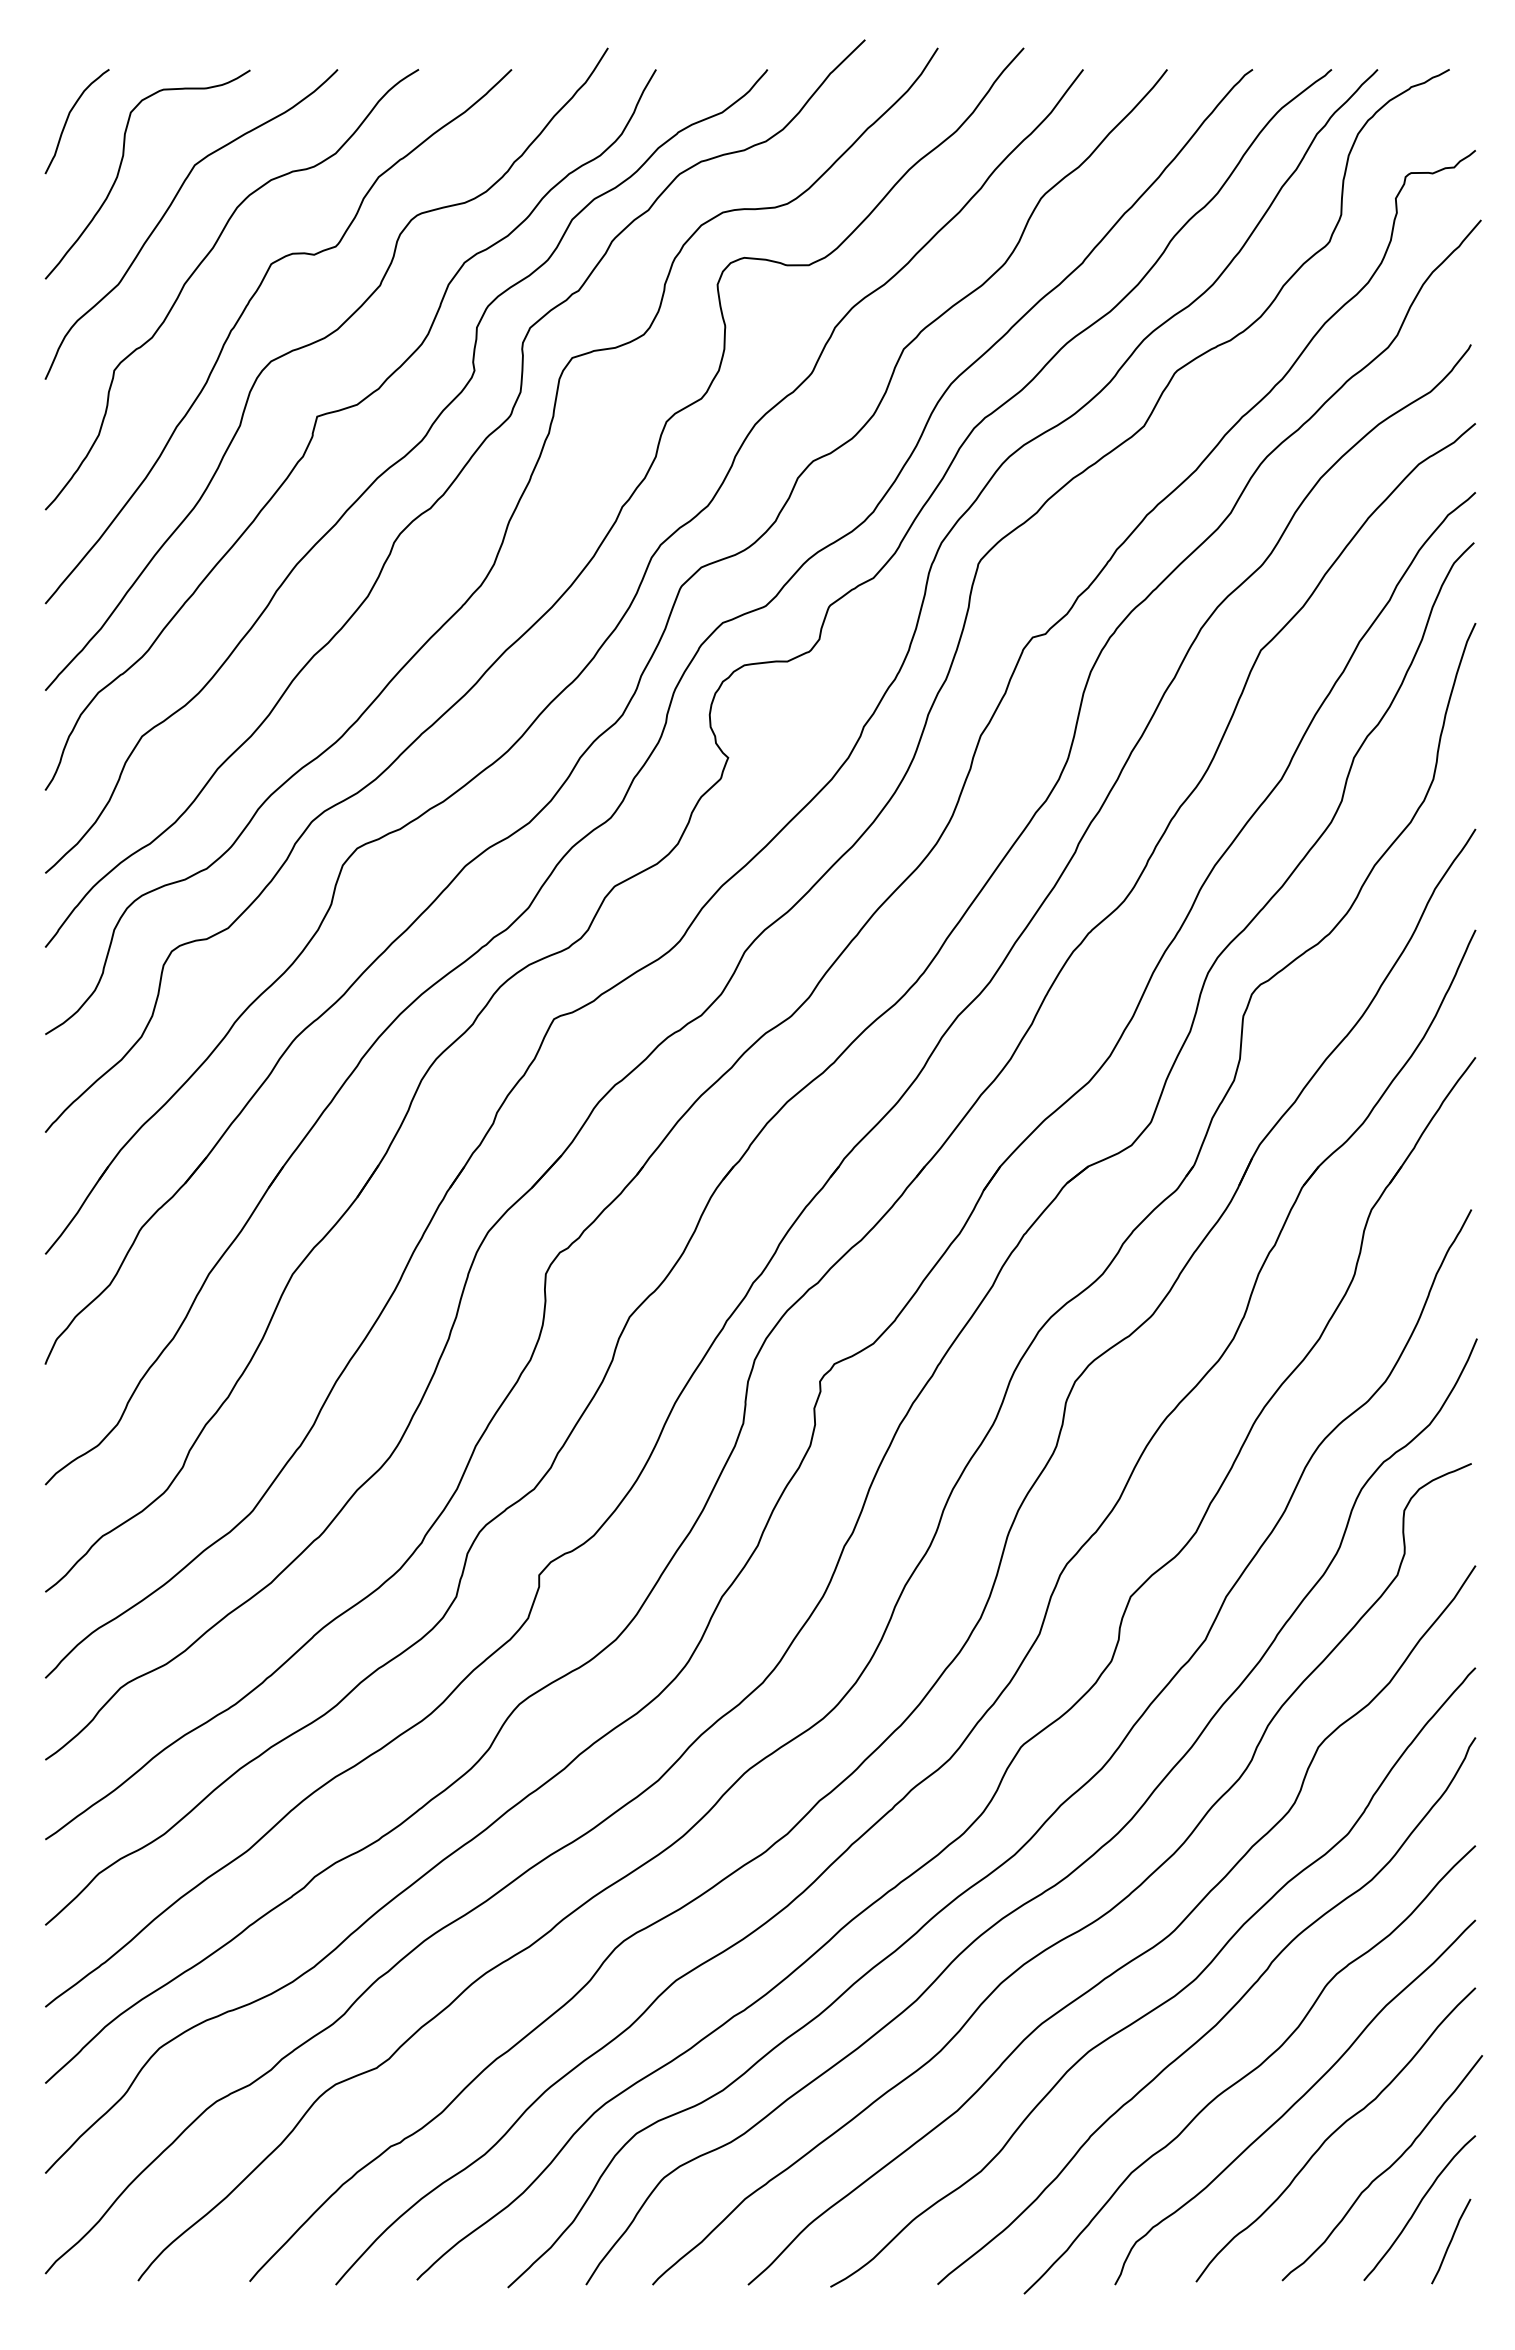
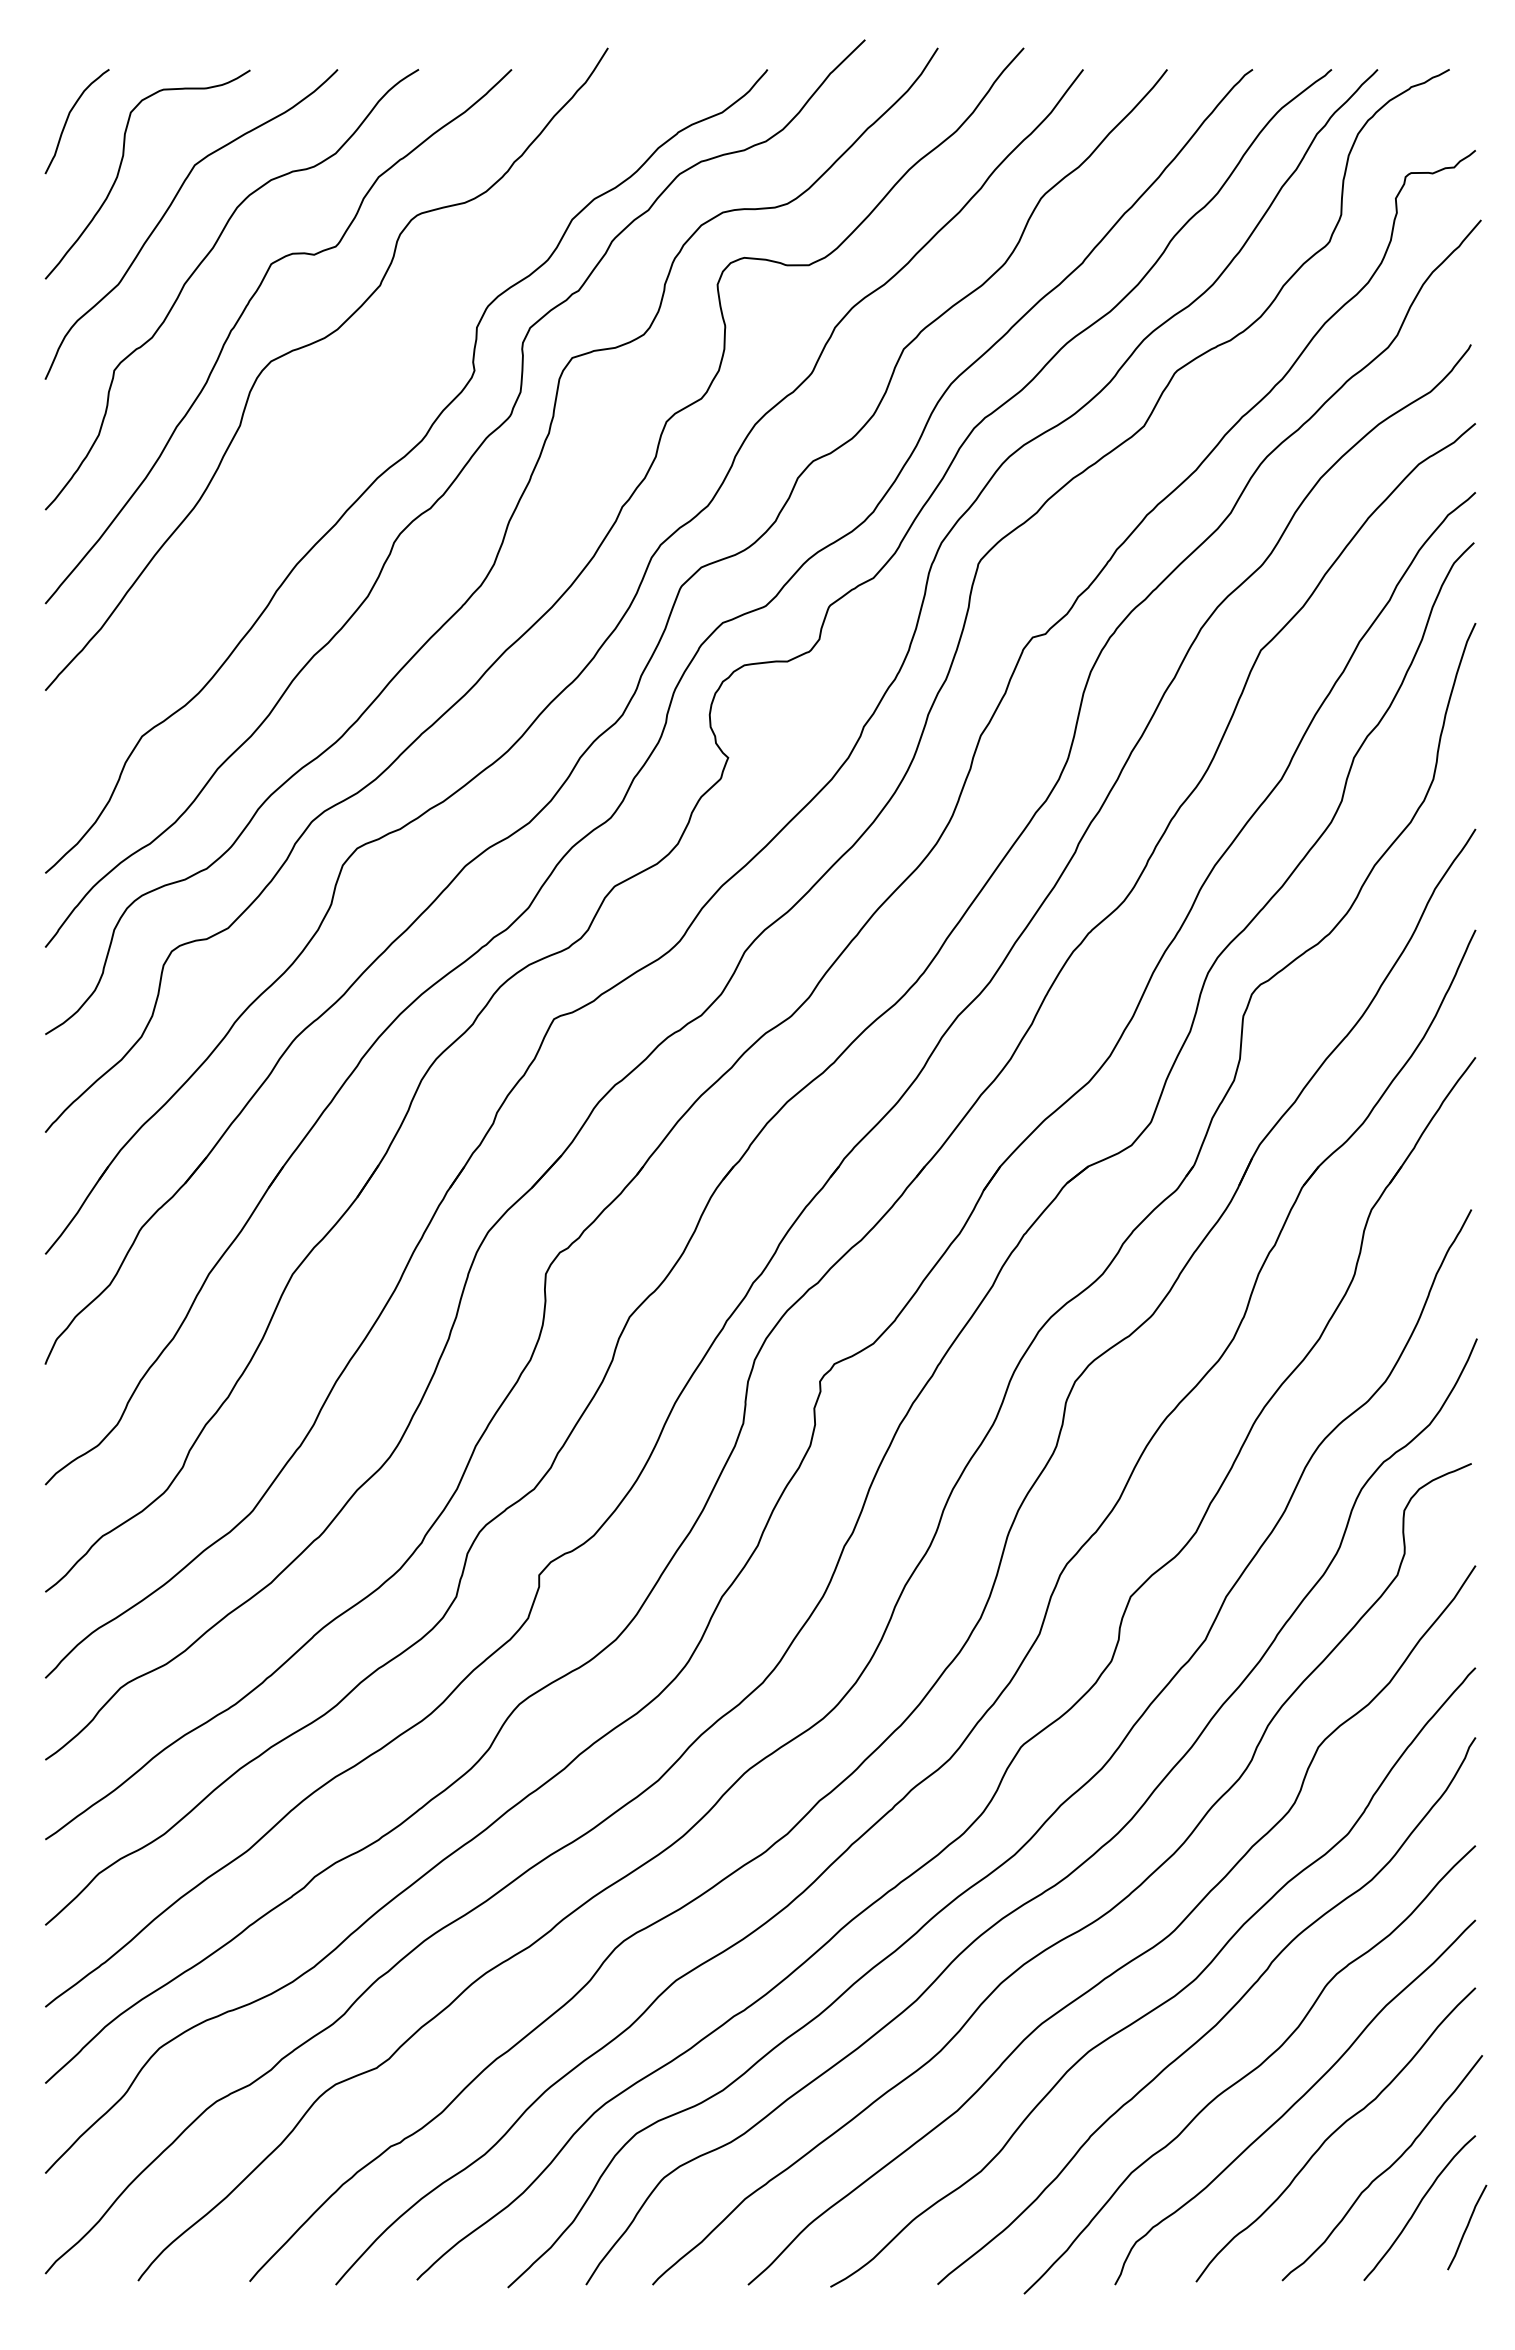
curve at (343, 410): present -> none
curve at (1451, 2241) position: (1451, 2241) -> (1467, 2227)
